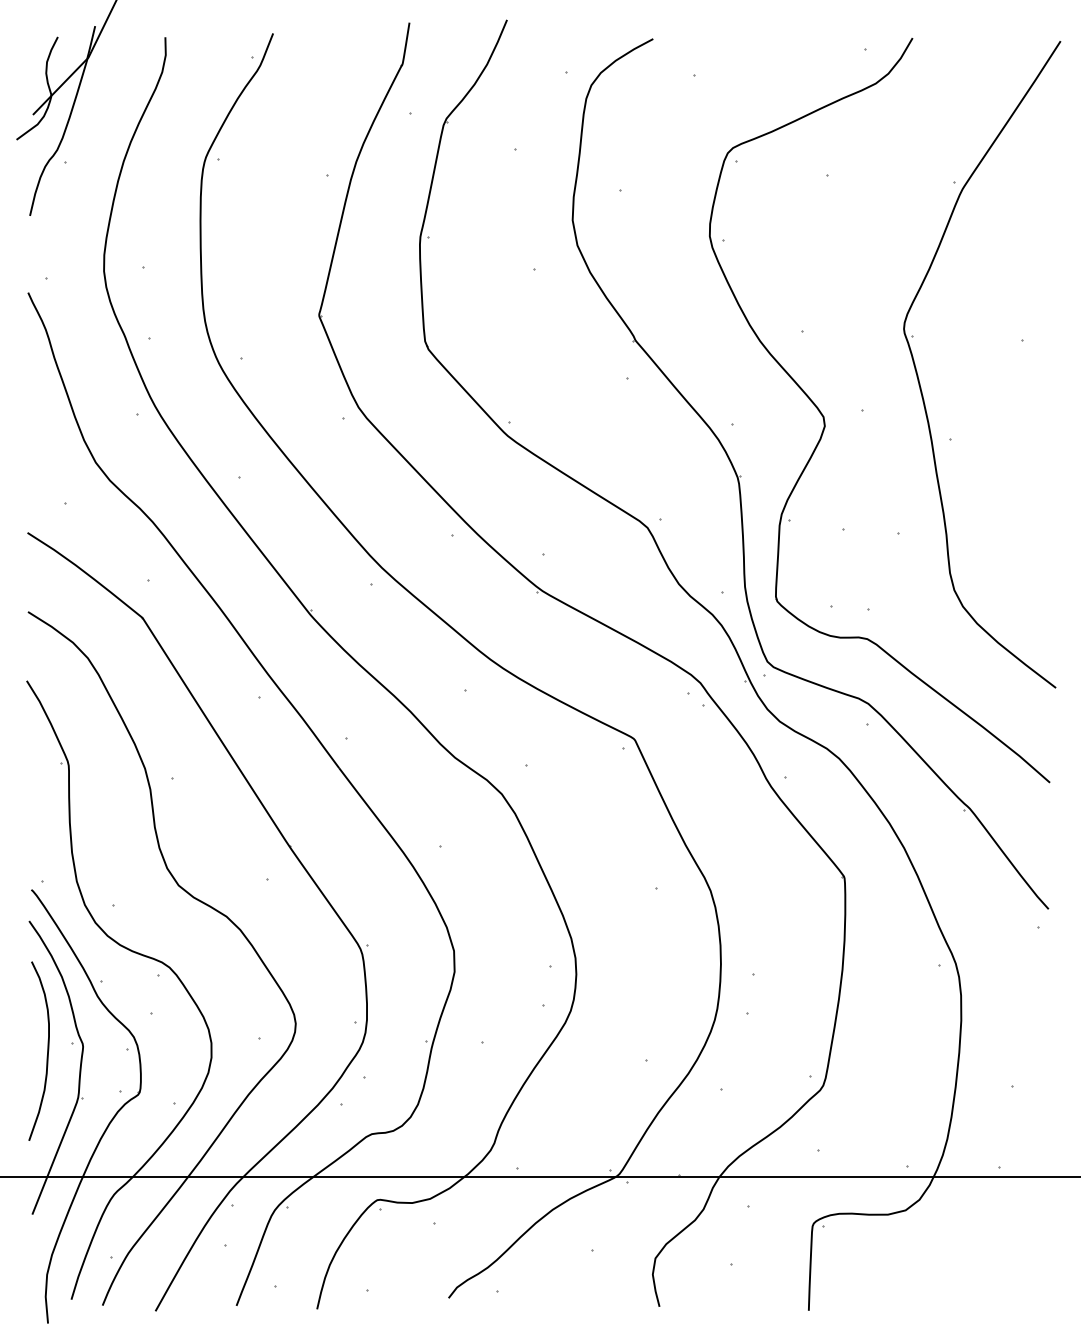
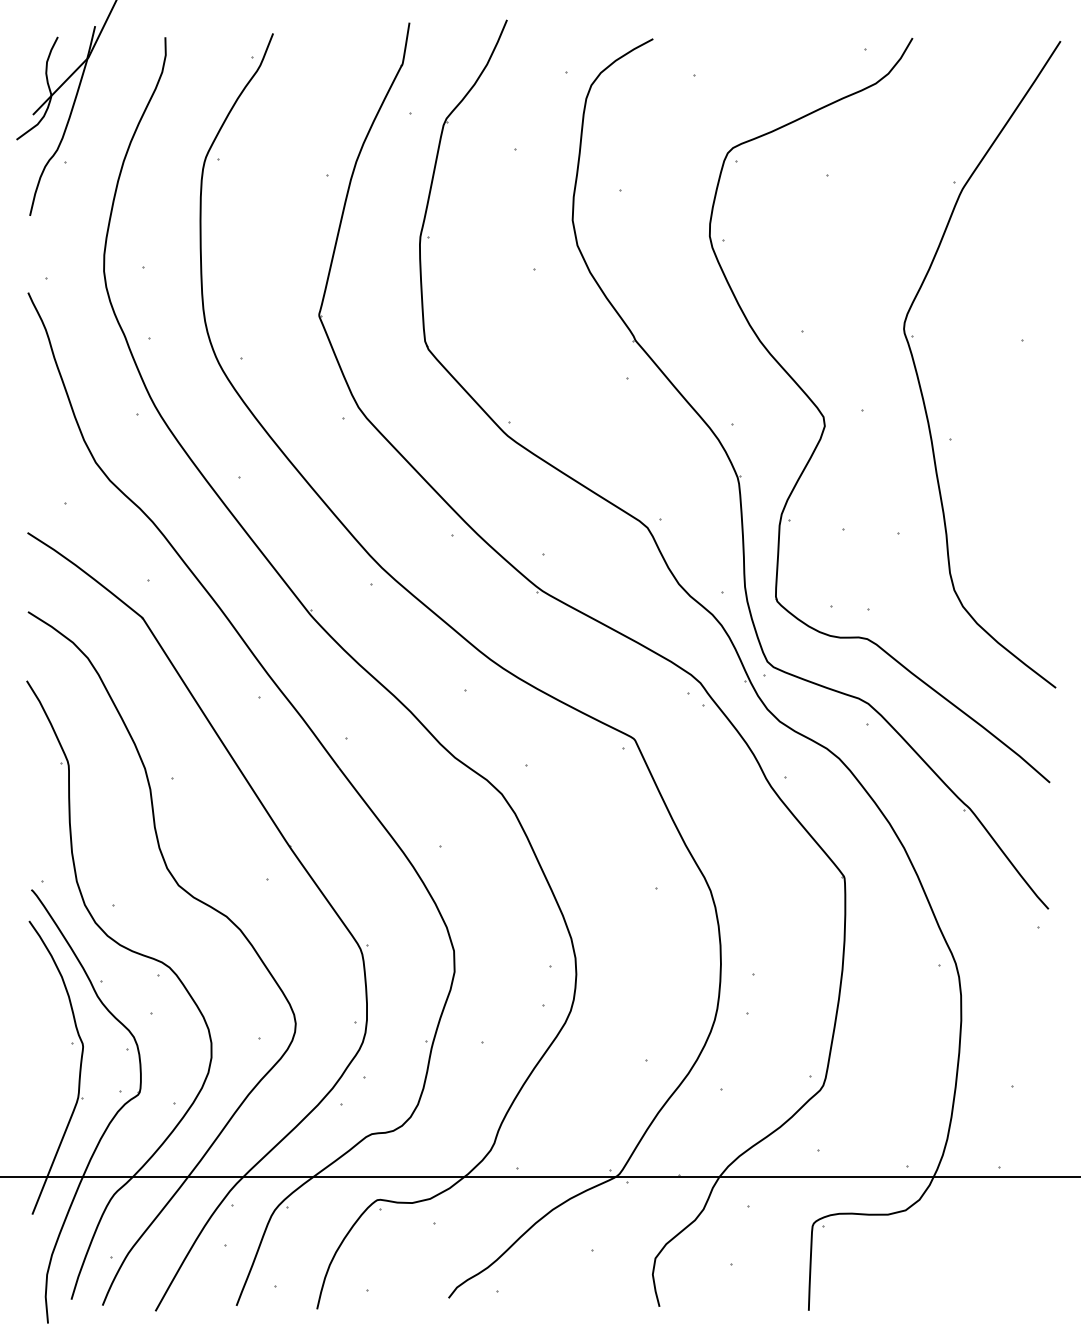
curve at (47, 1050): present -> none
